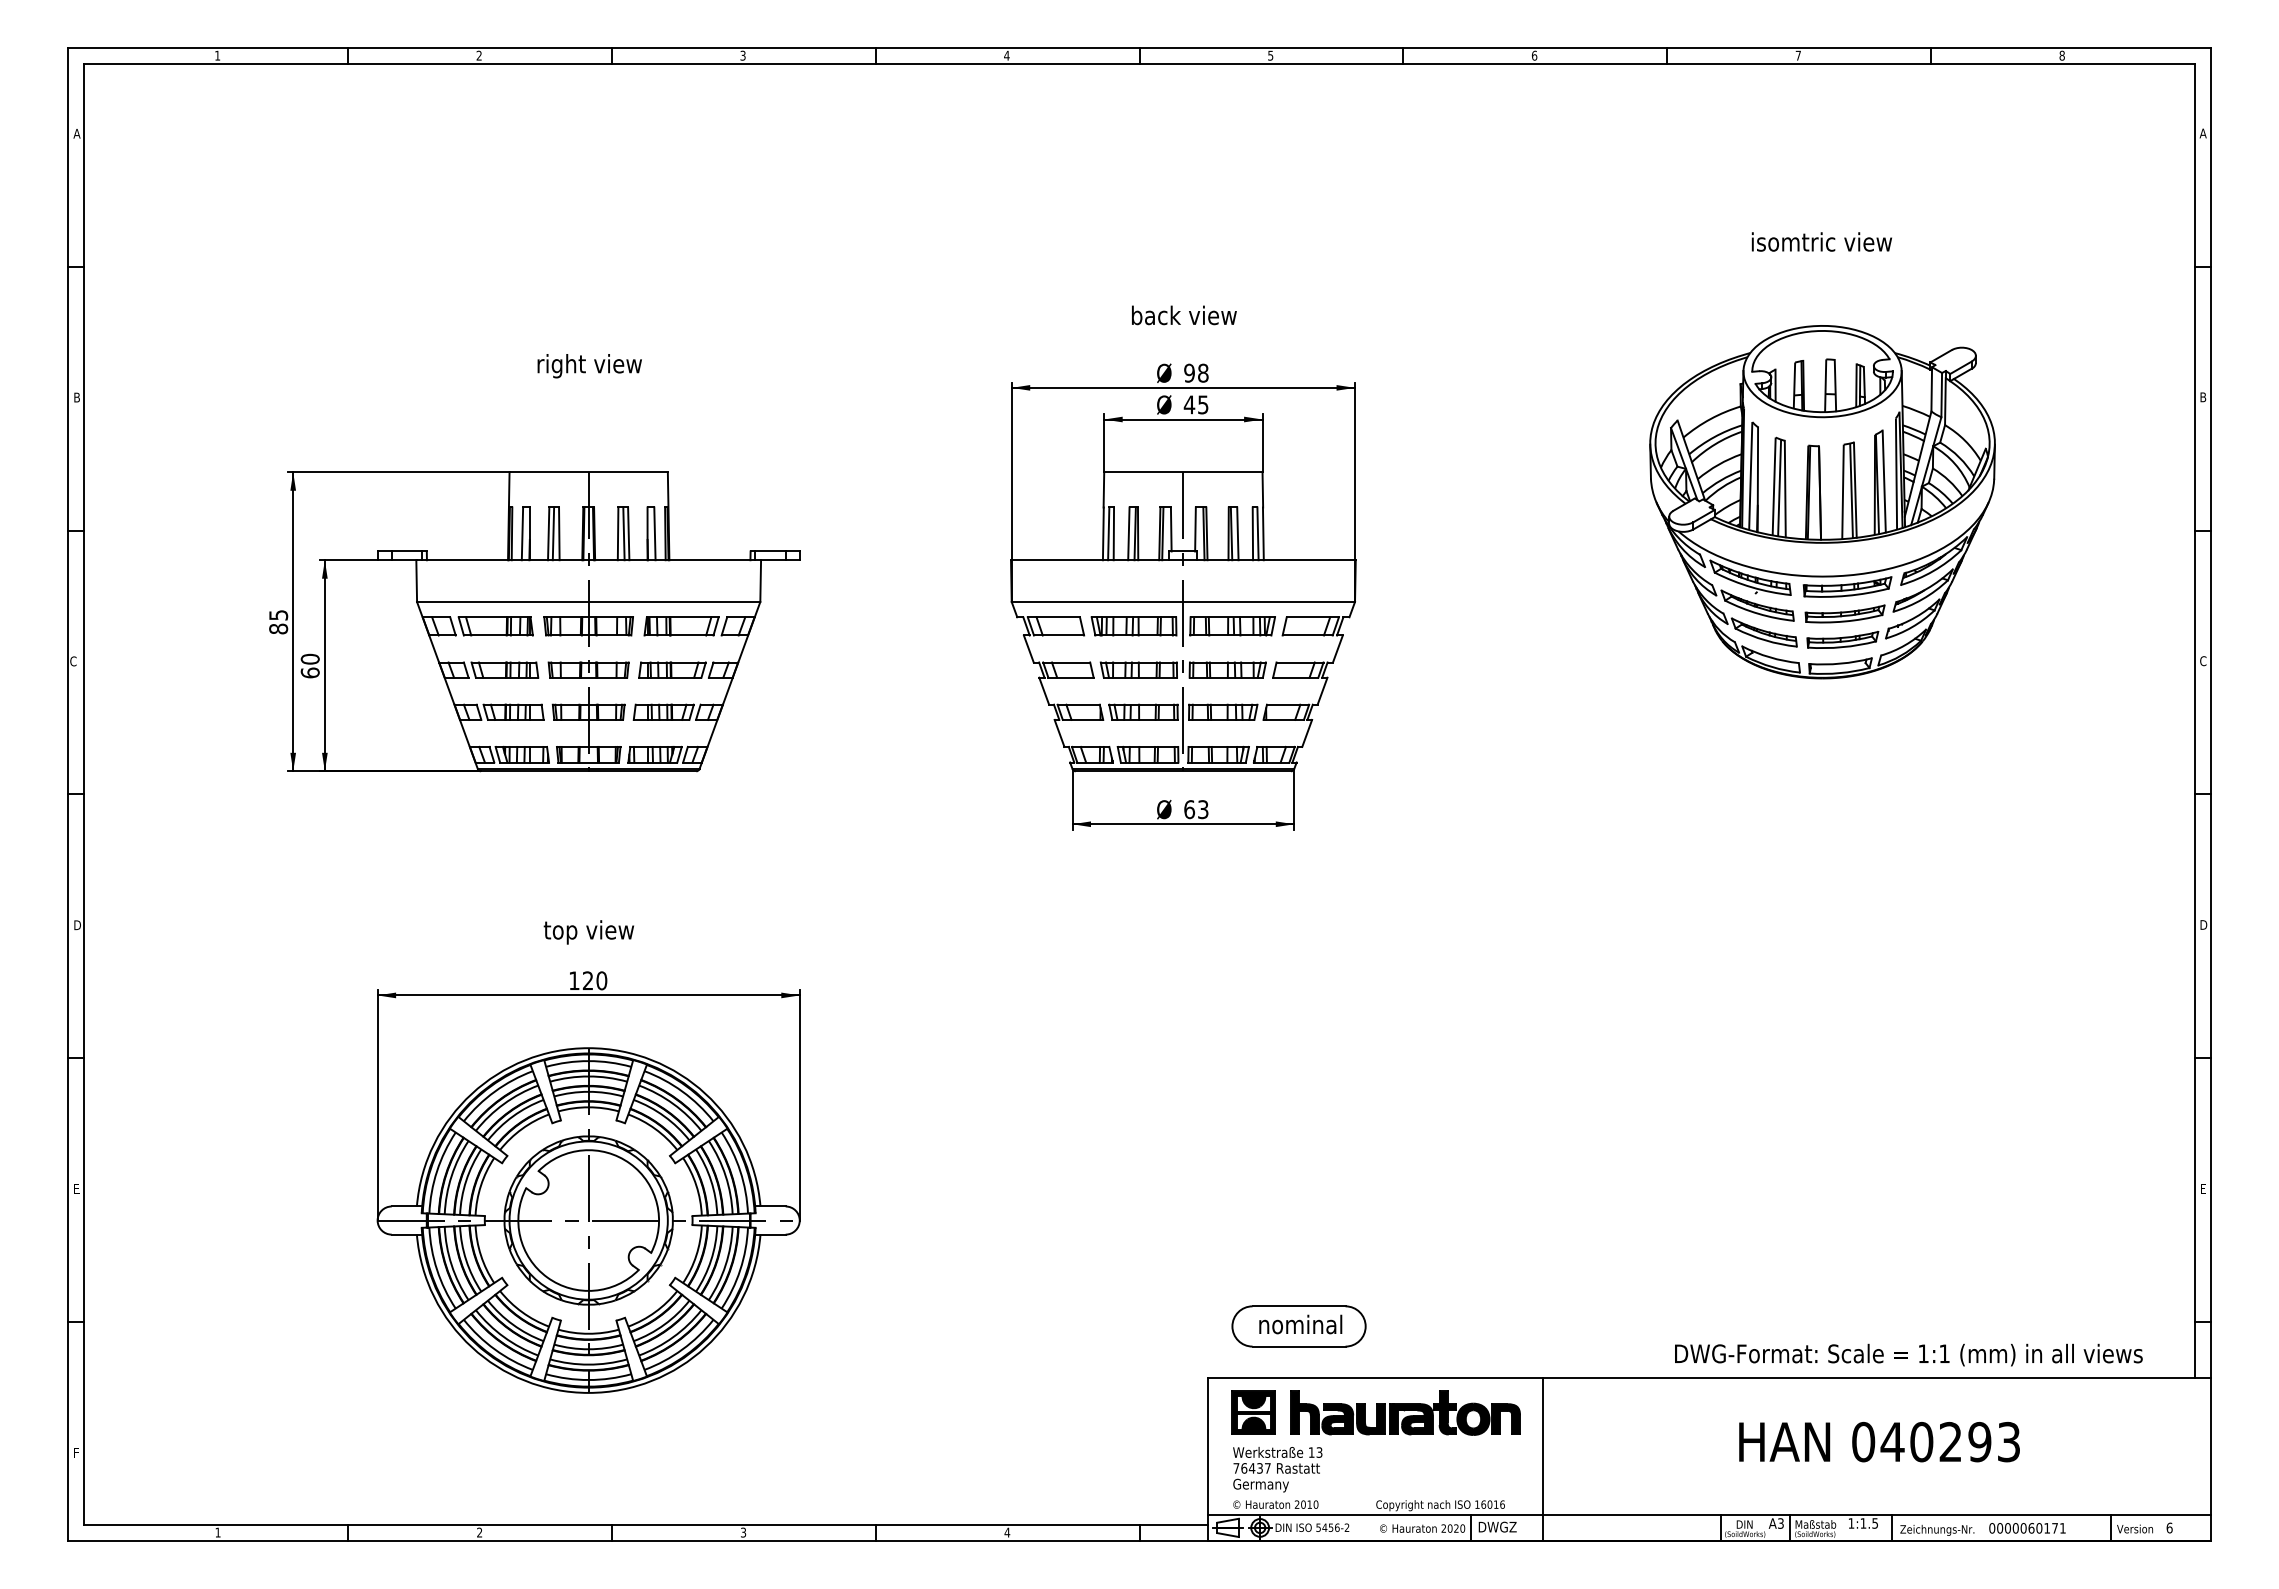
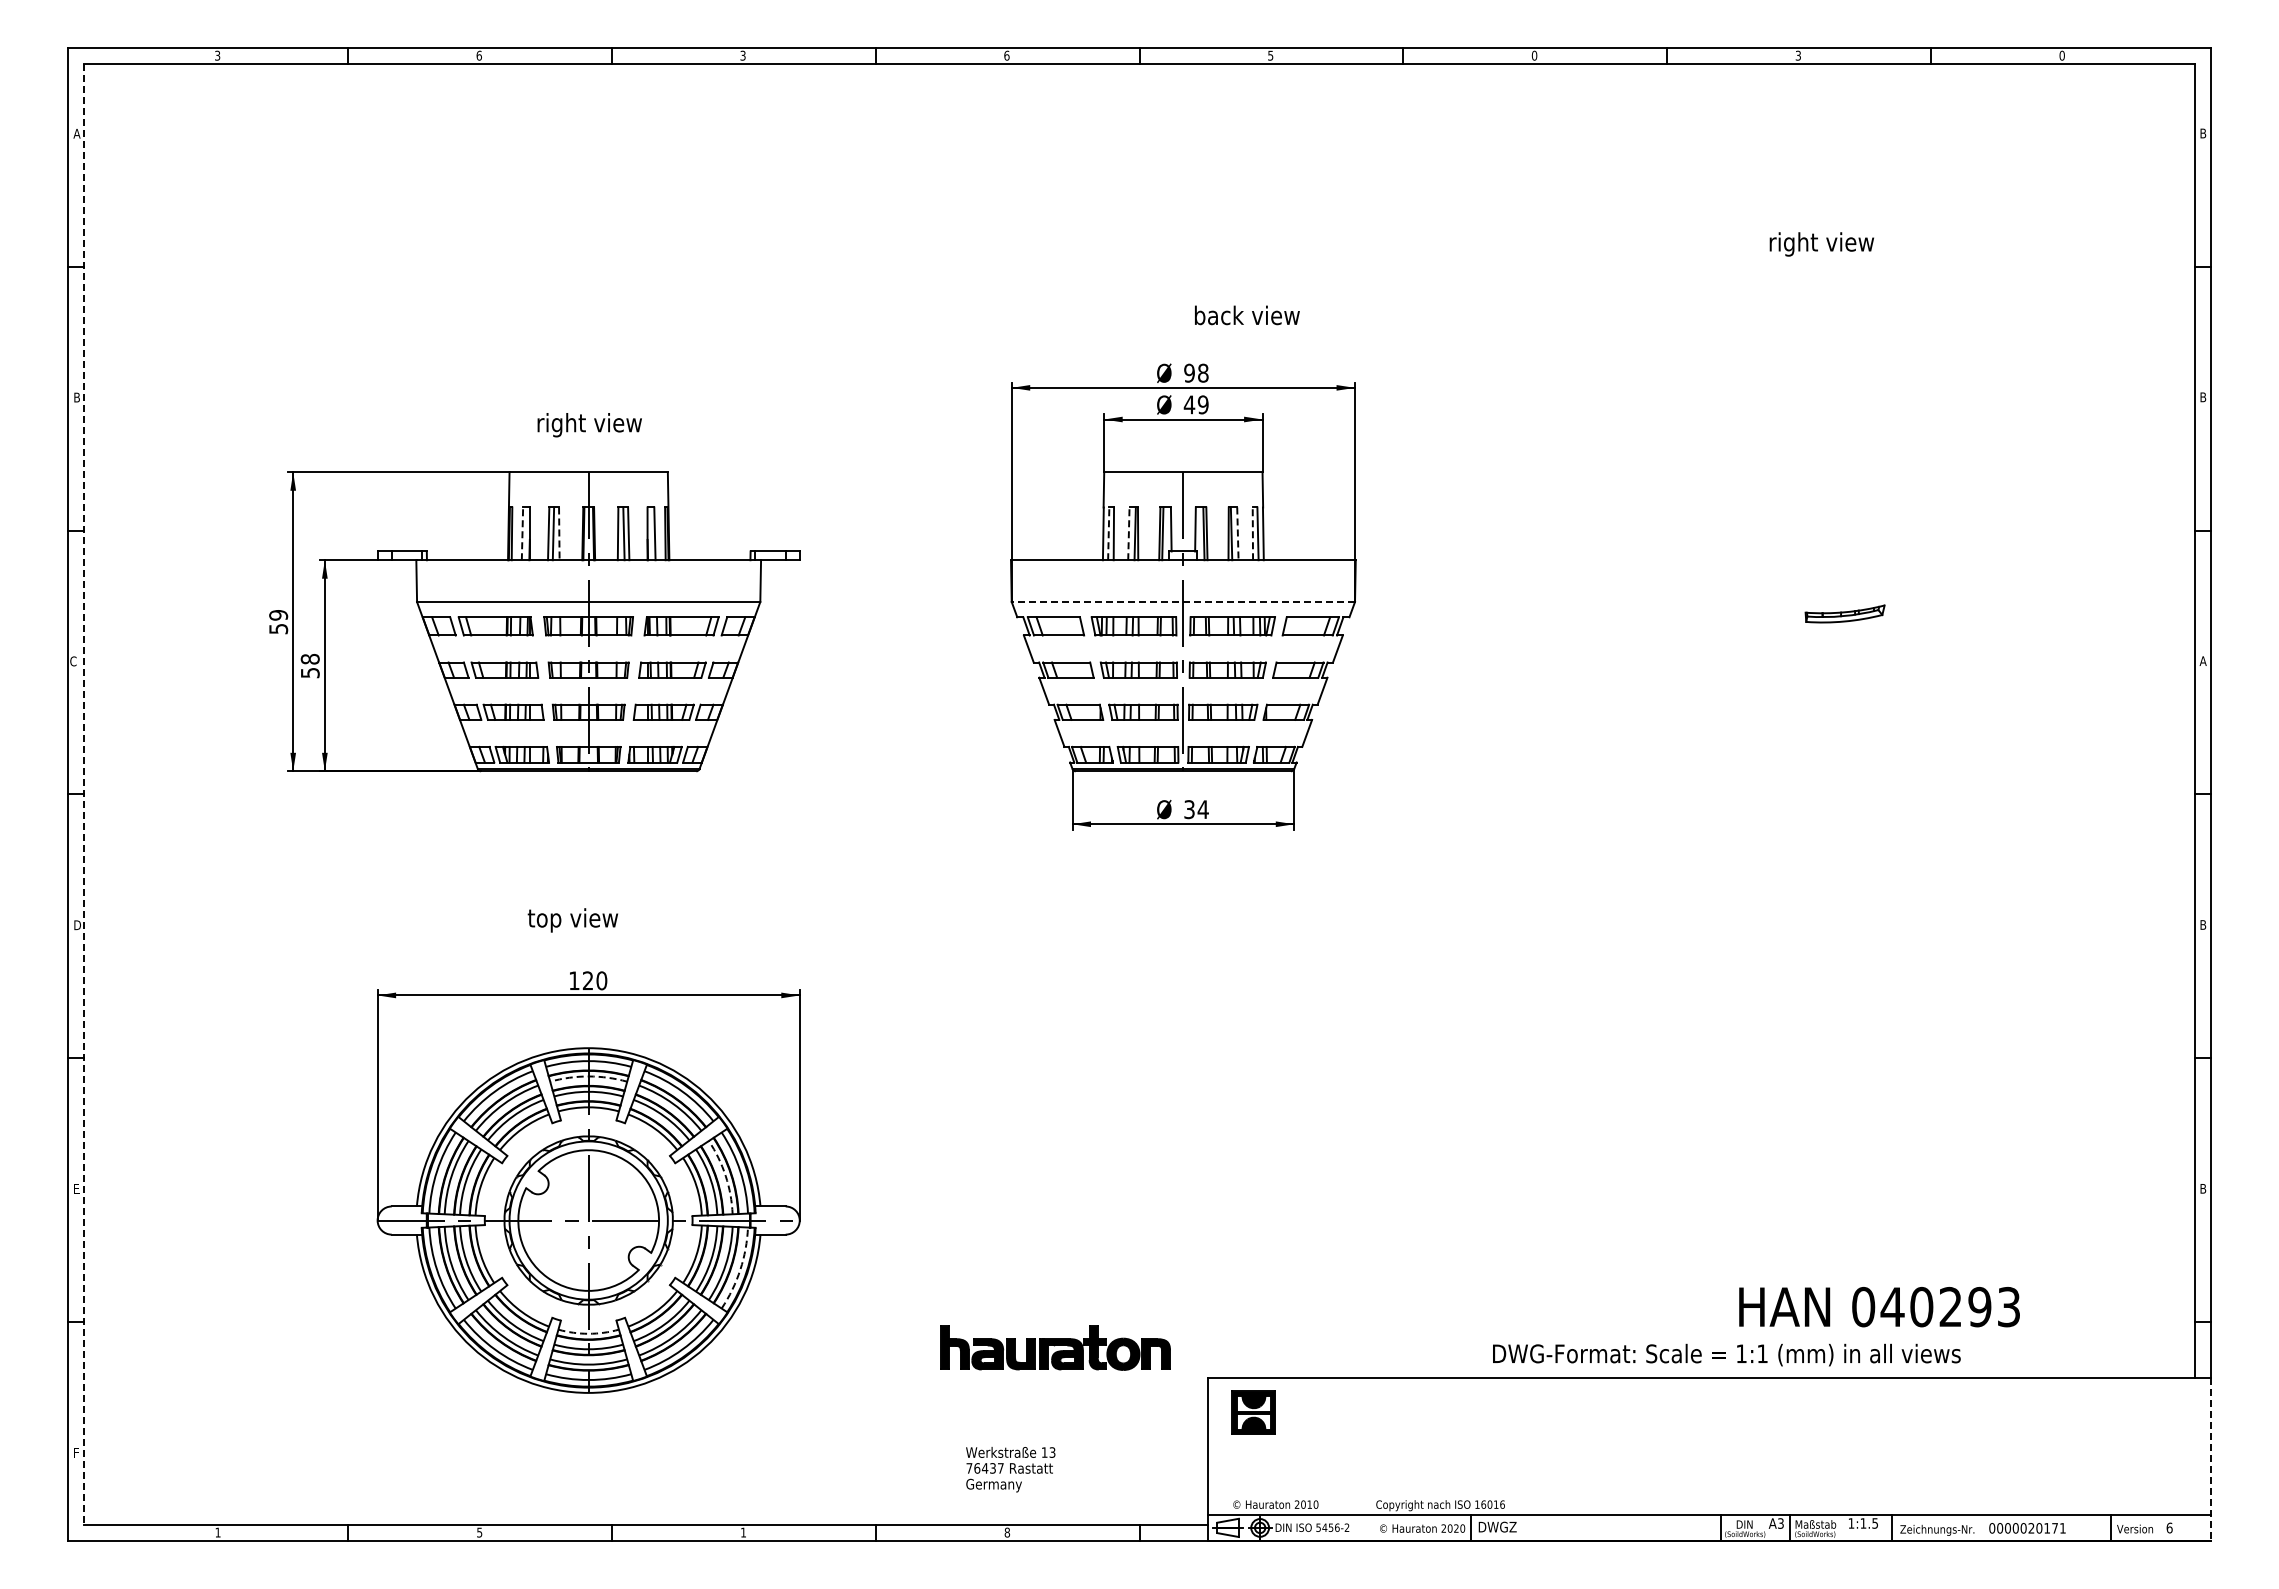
text at (217, 55): 1 -> 3
text at (478, 55): 2 -> 6
text at (1006, 55): 4 -> 6
text at (1534, 55): 6 -> 0
text at (1797, 55): 7 -> 3
text at (2061, 55): 8 -> 0
text at (2202, 133): A -> B
text at (1821, 244): isomtric view -> right view
text at (1184, 315) position: (1184, 315) -> (1247, 315)
text at (589, 366) position: (589, 366) -> (589, 425)
text at (1202, 404): 45 -> 49
part at (1822, 502): present -> none
line at (522, 533): solid -> dashed
line at (1108, 533): solid -> dashed
line at (1128, 533): solid -> dashed
line at (1252, 533): solid -> dashed
line at (559, 534): solid -> dashed
line at (1237, 534): solid -> dashed
line at (1183, 602): solid -> dashed
text at (278, 622): 85 -> 59
text at (2202, 661): C -> A
text at (309, 665): 60 -> 58
line at (84, 794): solid -> dashed
text at (1196, 809): 63 -> 34
text at (2204, 924): D -> B
text at (588, 932) position: (588, 932) -> (572, 920)
arc at (588, 1076): solid -> dashed
arc at (725, 1176): solid -> dashed
text at (2203, 1188): E -> B
arc at (740, 1269): solid -> dashed
part at (1298, 1326): present -> none
arc at (588, 1333): solid -> dashed
text at (1908, 1354) position: (1908, 1354) -> (1726, 1354)
part at (1405, 1412) position: (1405, 1412) -> (1055, 1347)
text at (1879, 1442) position: (1879, 1442) -> (1879, 1307)
line at (1543, 1459): present -> none
line at (2210, 1459): solid -> dashed
text at (1277, 1469) position: (1277, 1469) -> (1010, 1469)
text at (2031, 1528): 0000060171 -> 0000020171
text at (479, 1532): 2 -> 5
text at (743, 1532): 3 -> 1
text at (1007, 1532): 4 -> 8
